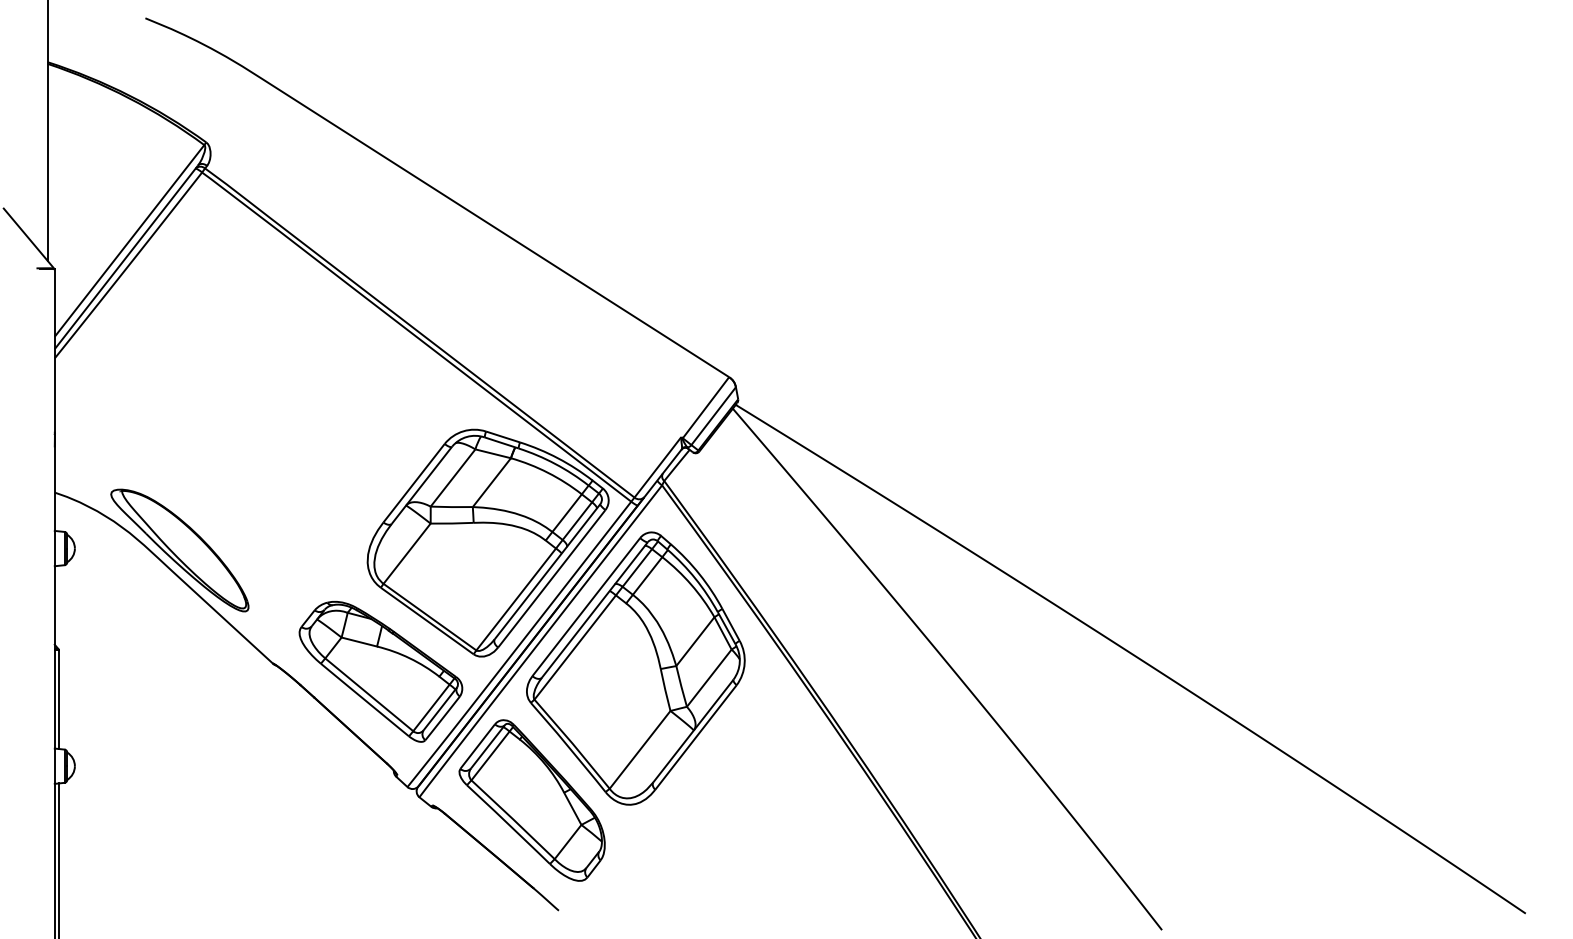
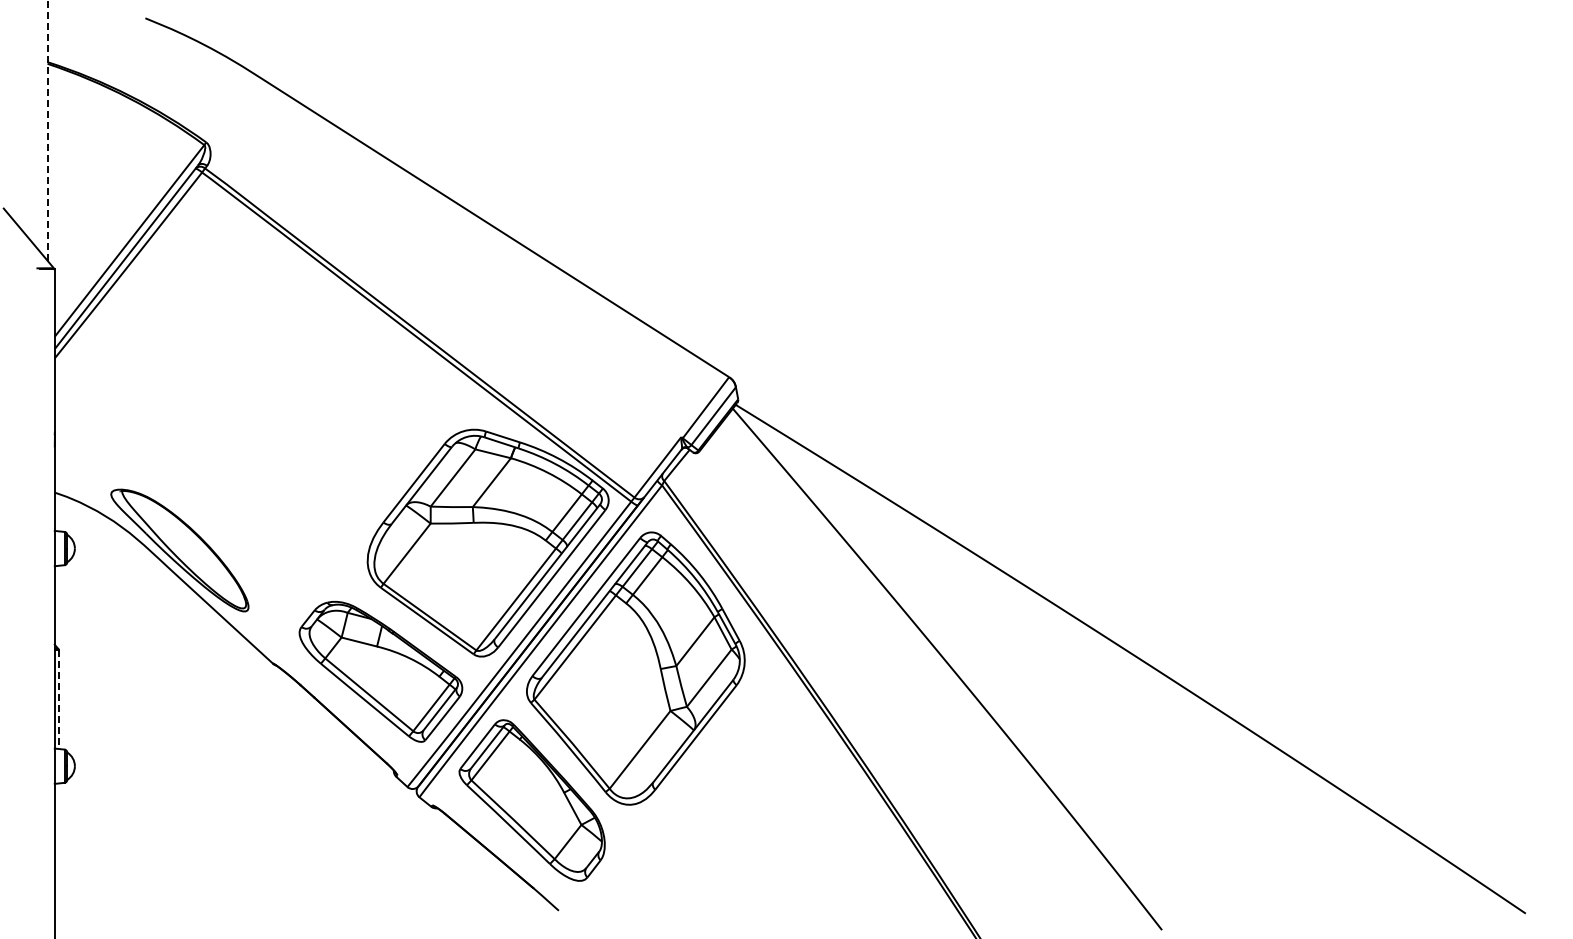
line at (47, 130): solid -> dashed
line at (59, 699): solid -> dashed
line at (59, 859): present -> none
